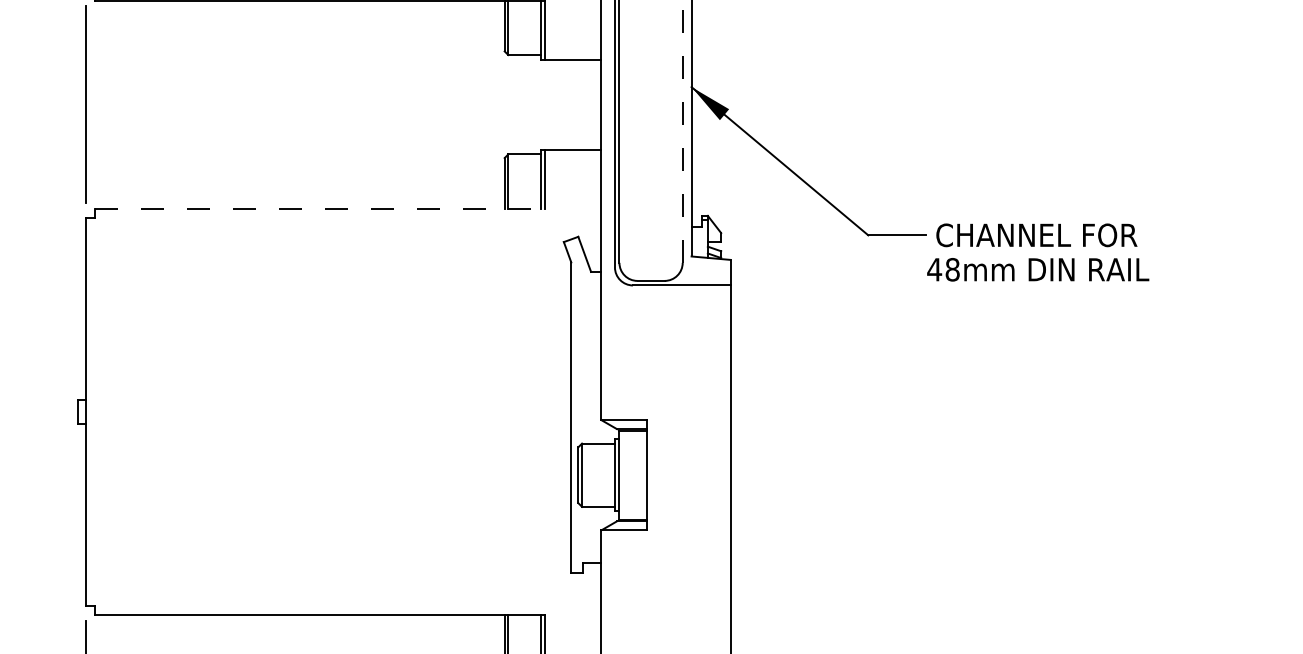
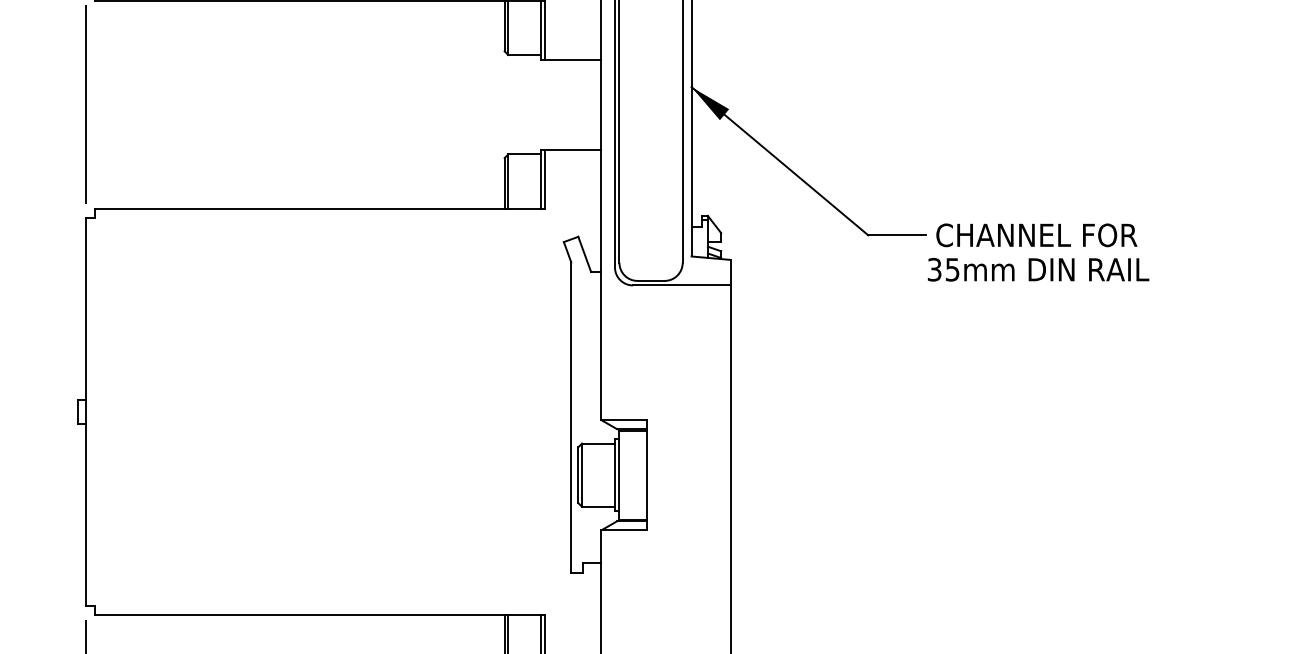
line at (682, 131): dashed -> solid
line at (320, 208): dashed -> solid
text at (943, 269): 48mm -> 35mm
